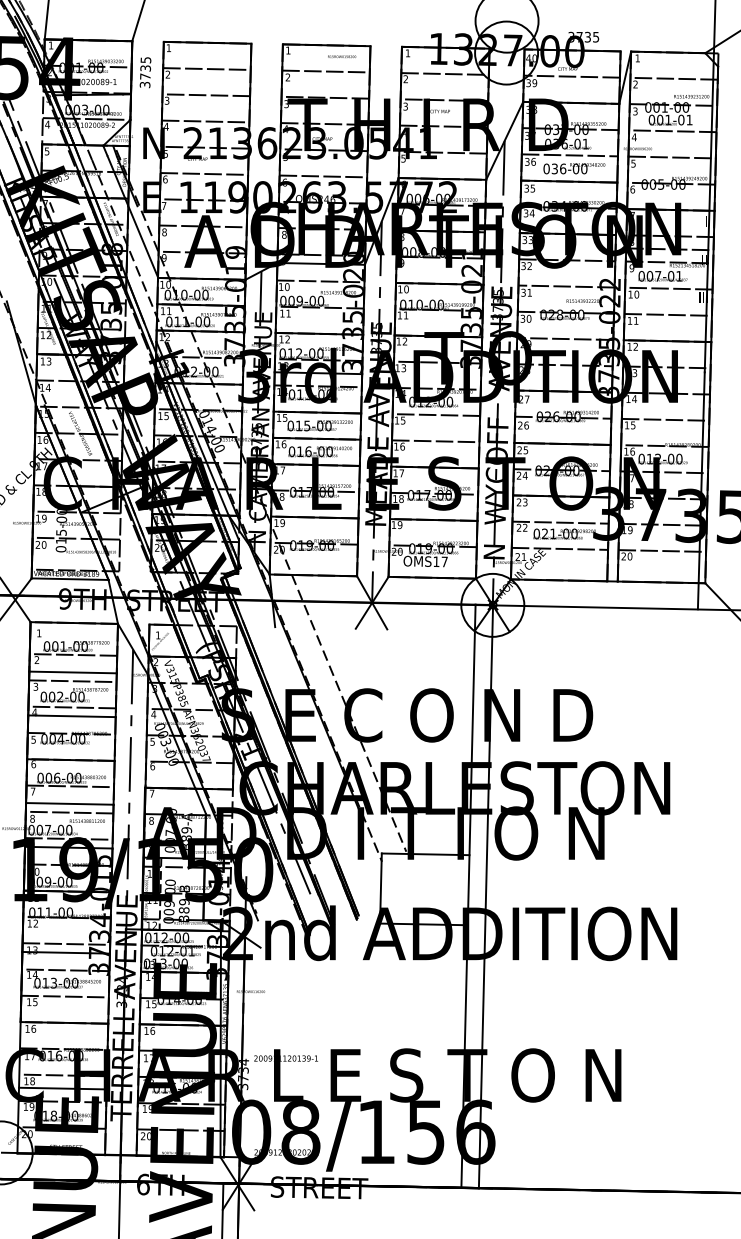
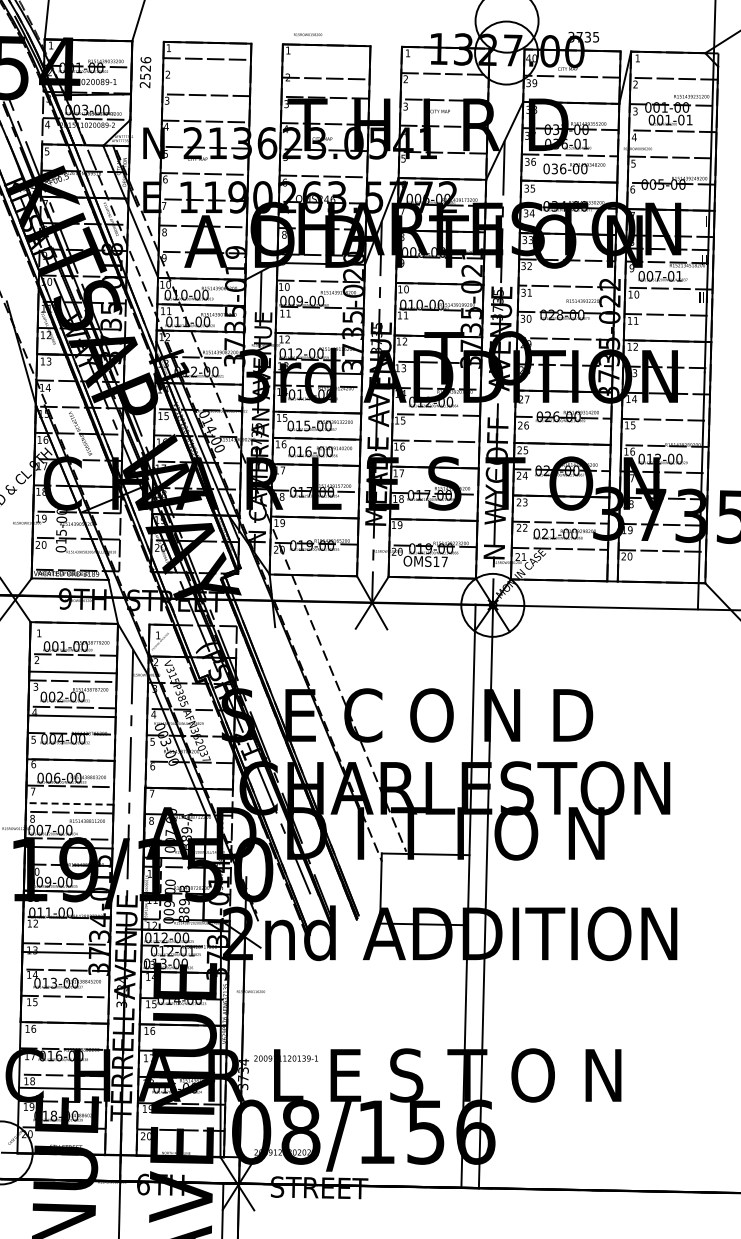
text at (342, 56) position: (342, 56) -> (308, 34)
line at (206, 68) position: (206, 68) -> (206, 58)
line at (325, 71) position: (325, 71) -> (325, 78)
text at (145, 72): 3735 -> 2526
line at (69, 803): solid -> dashed
